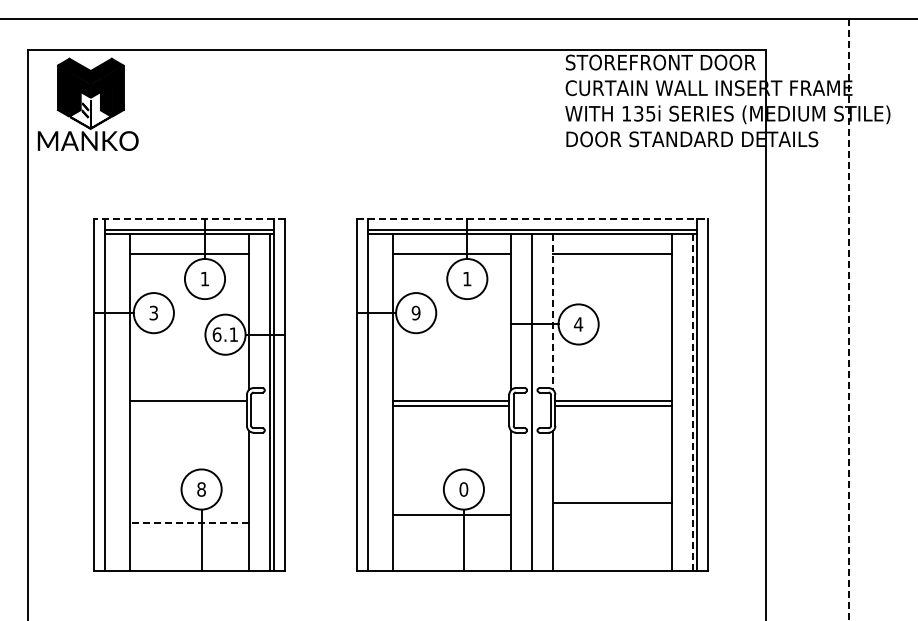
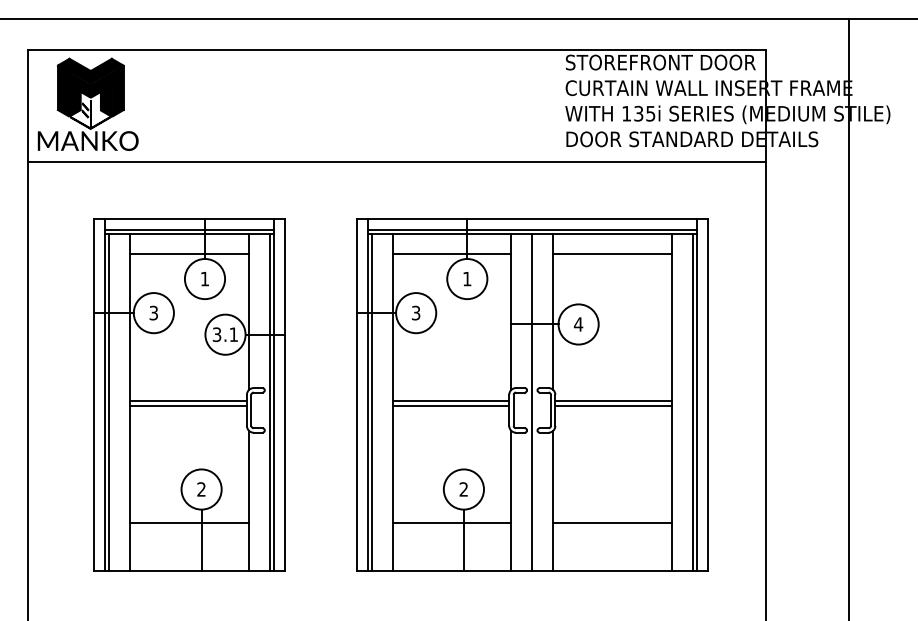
line at (396, 162): none -> present
line at (189, 219): dashed -> solid
line at (532, 219): dashed -> solid
line at (553, 311): dashed -> solid
text at (415, 312): 9 -> 3
line at (848, 319): dashed -> solid
text at (216, 334): 6.1 -> 3.1
line at (109, 402): none -> present
line at (371, 402): none -> present
line at (692, 402): dashed -> solid
line at (188, 405): none -> present
text at (201, 489): 8 -> 2
text at (463, 489): 0 -> 2
line at (612, 502) position: (612, 502) -> (612, 522)
line at (451, 514) position: (451, 514) -> (451, 522)
line at (189, 522): dashed -> solid
